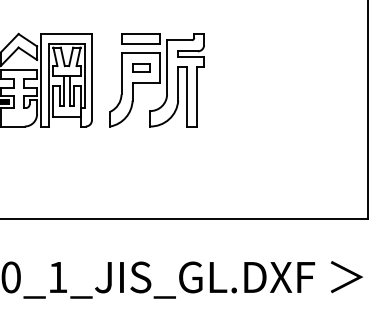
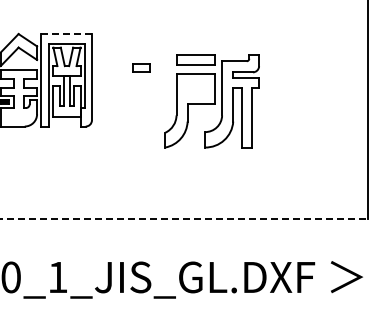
line at (67, 34): solid -> dashed
part at (156, 80) position: (156, 80) -> (211, 101)
line at (184, 218): solid -> dashed
